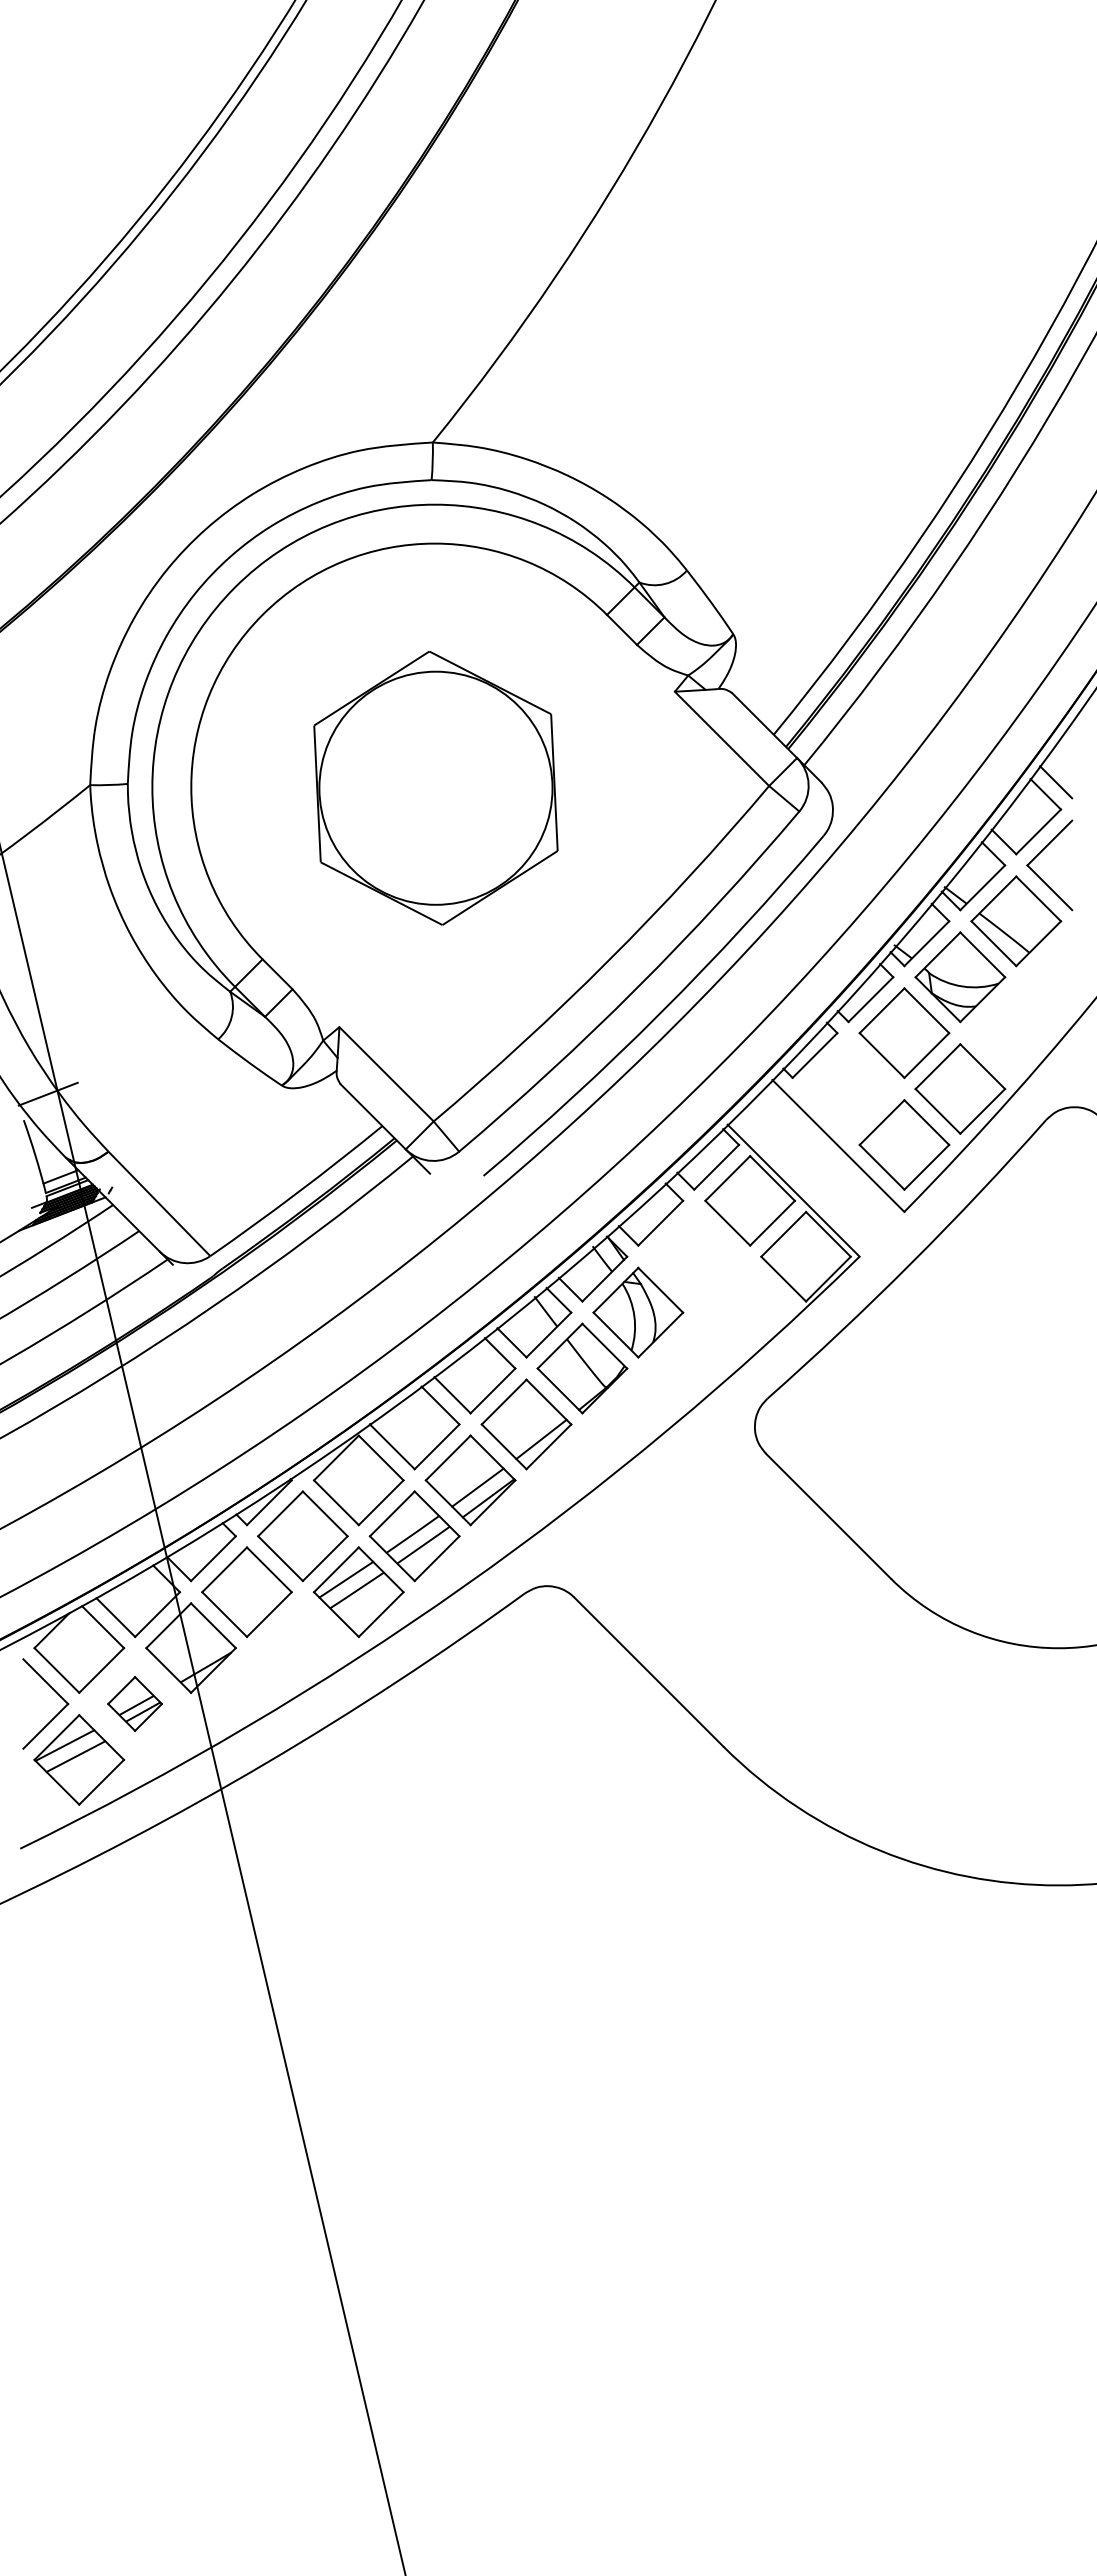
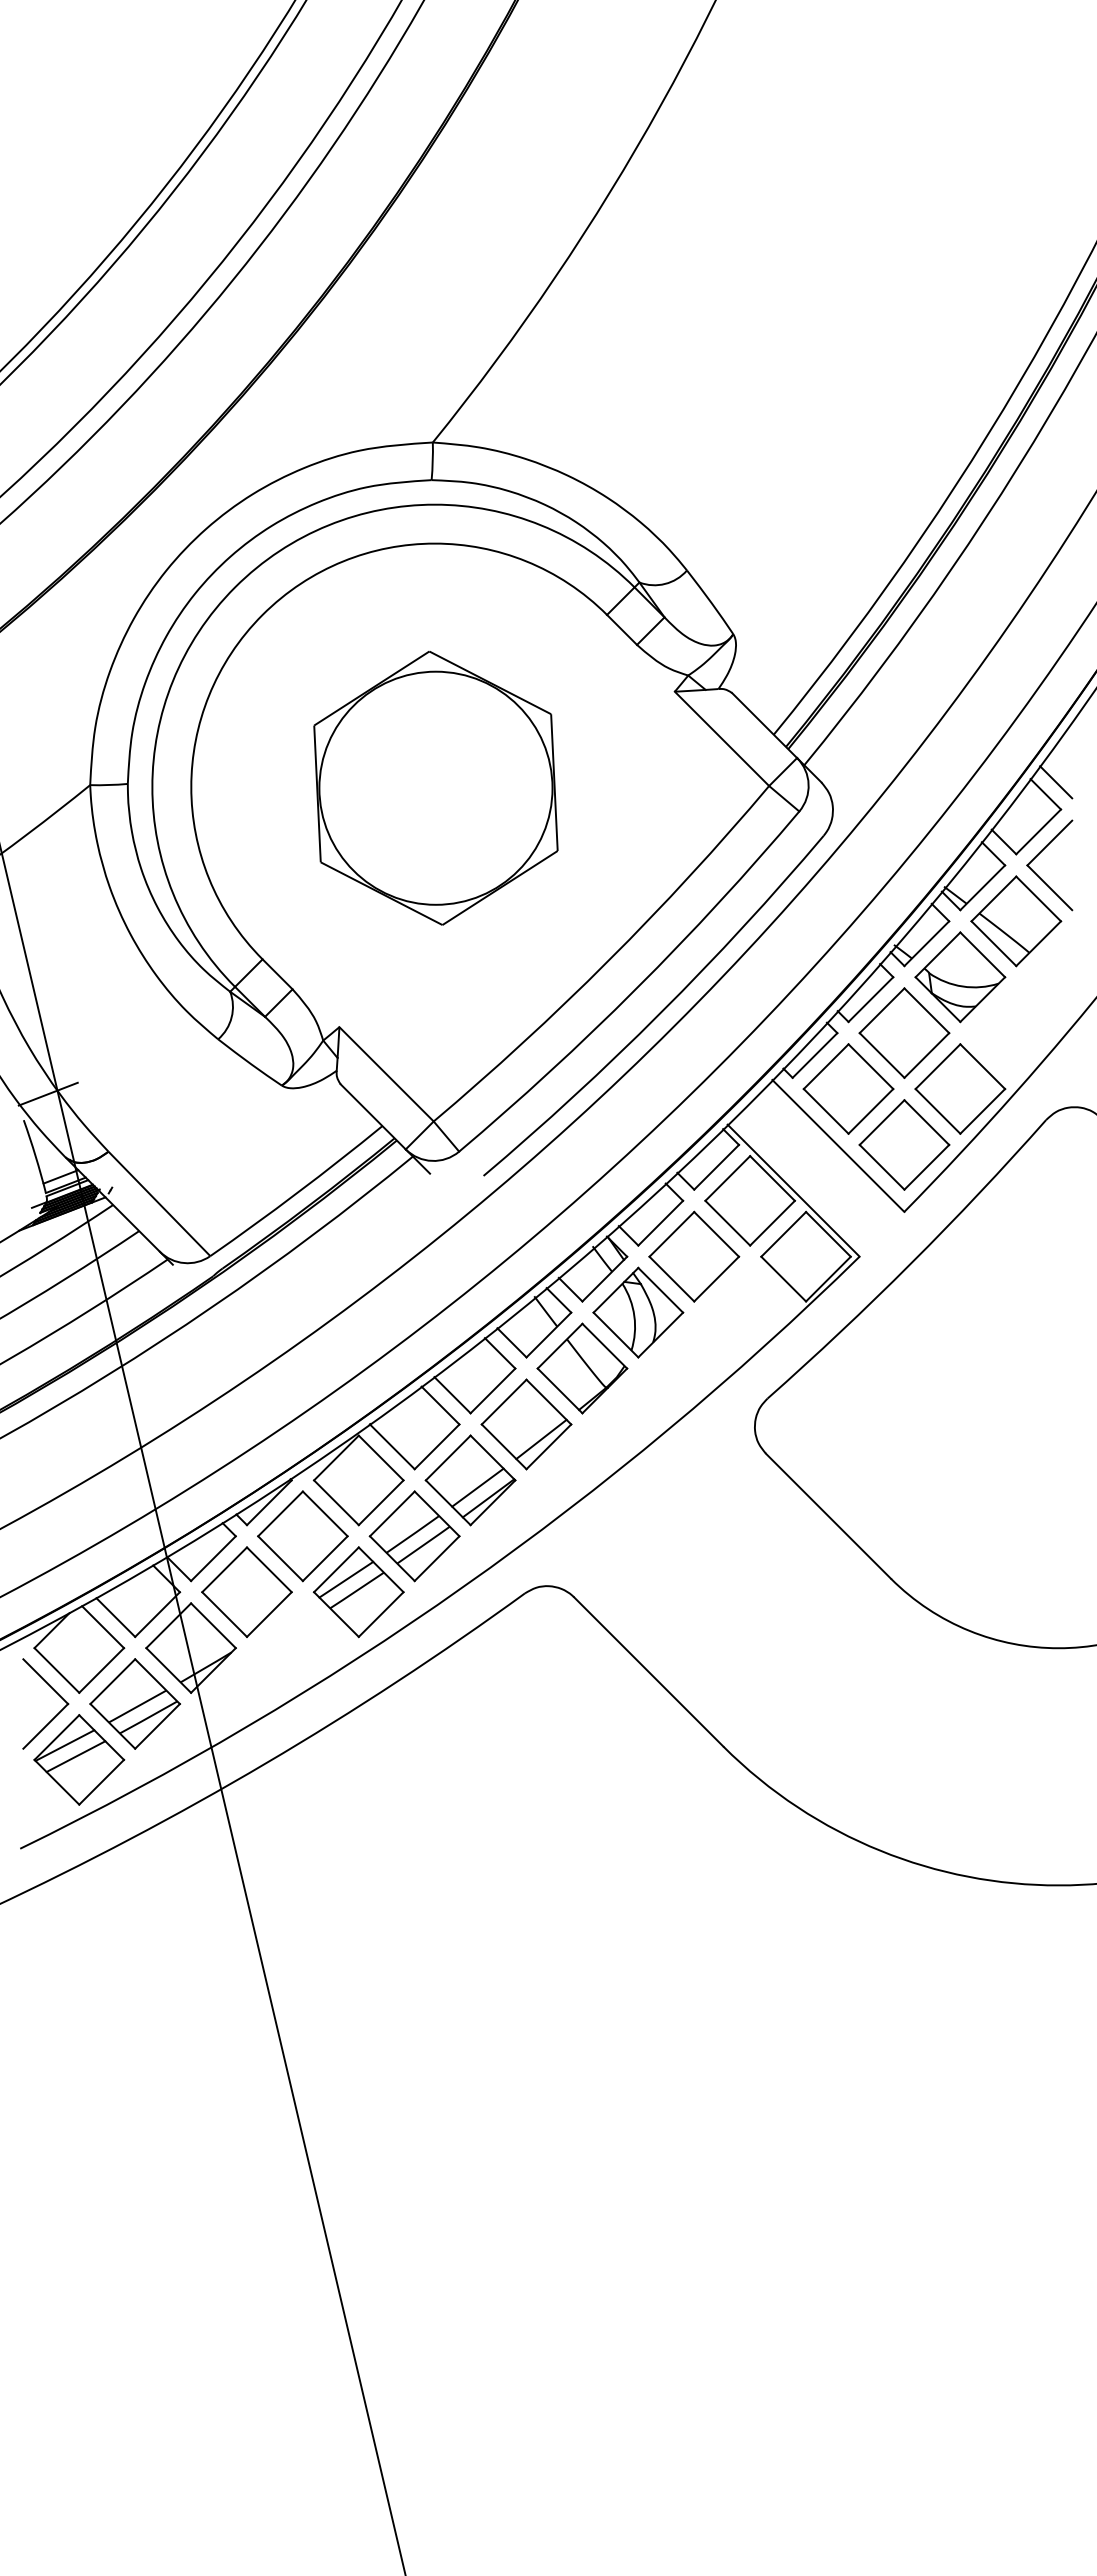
part at (848, 1088): none -> present
part at (694, 1256): none -> present
part at (134, 1703) size: 56x56 px -> 92x92 px
